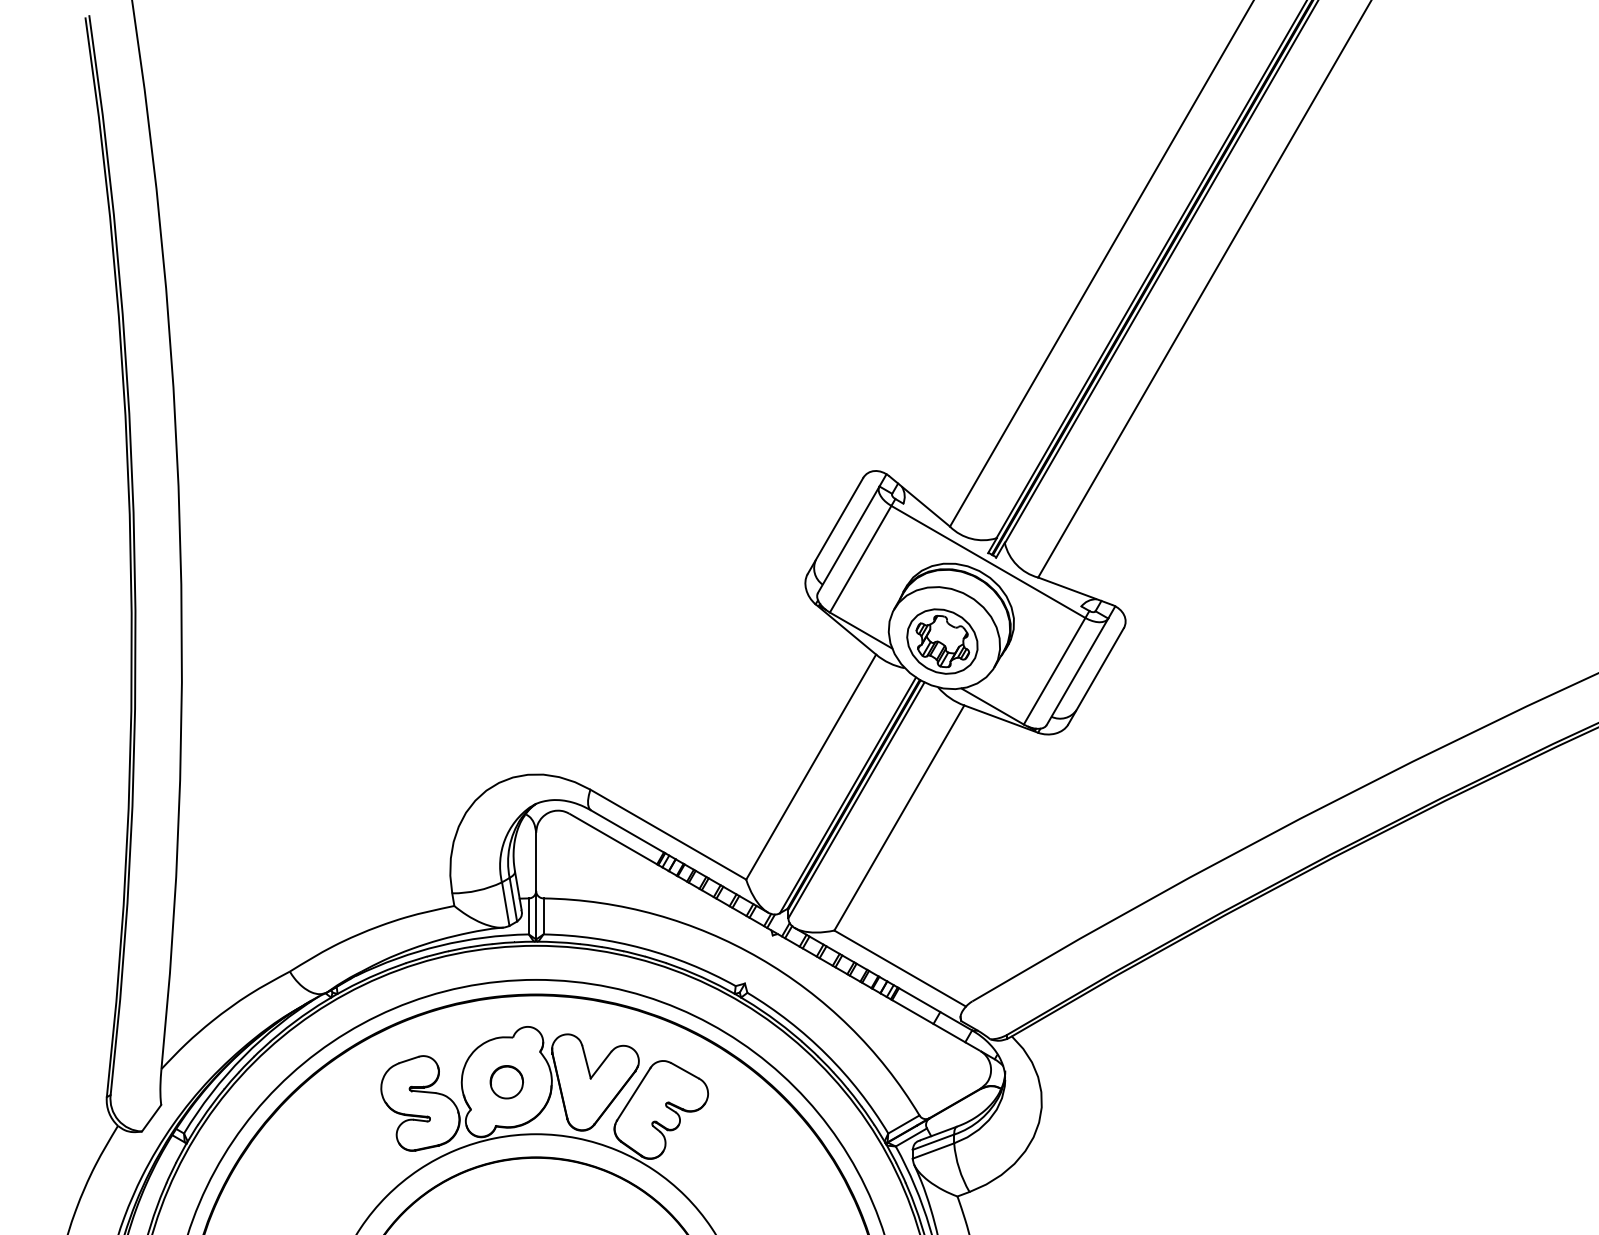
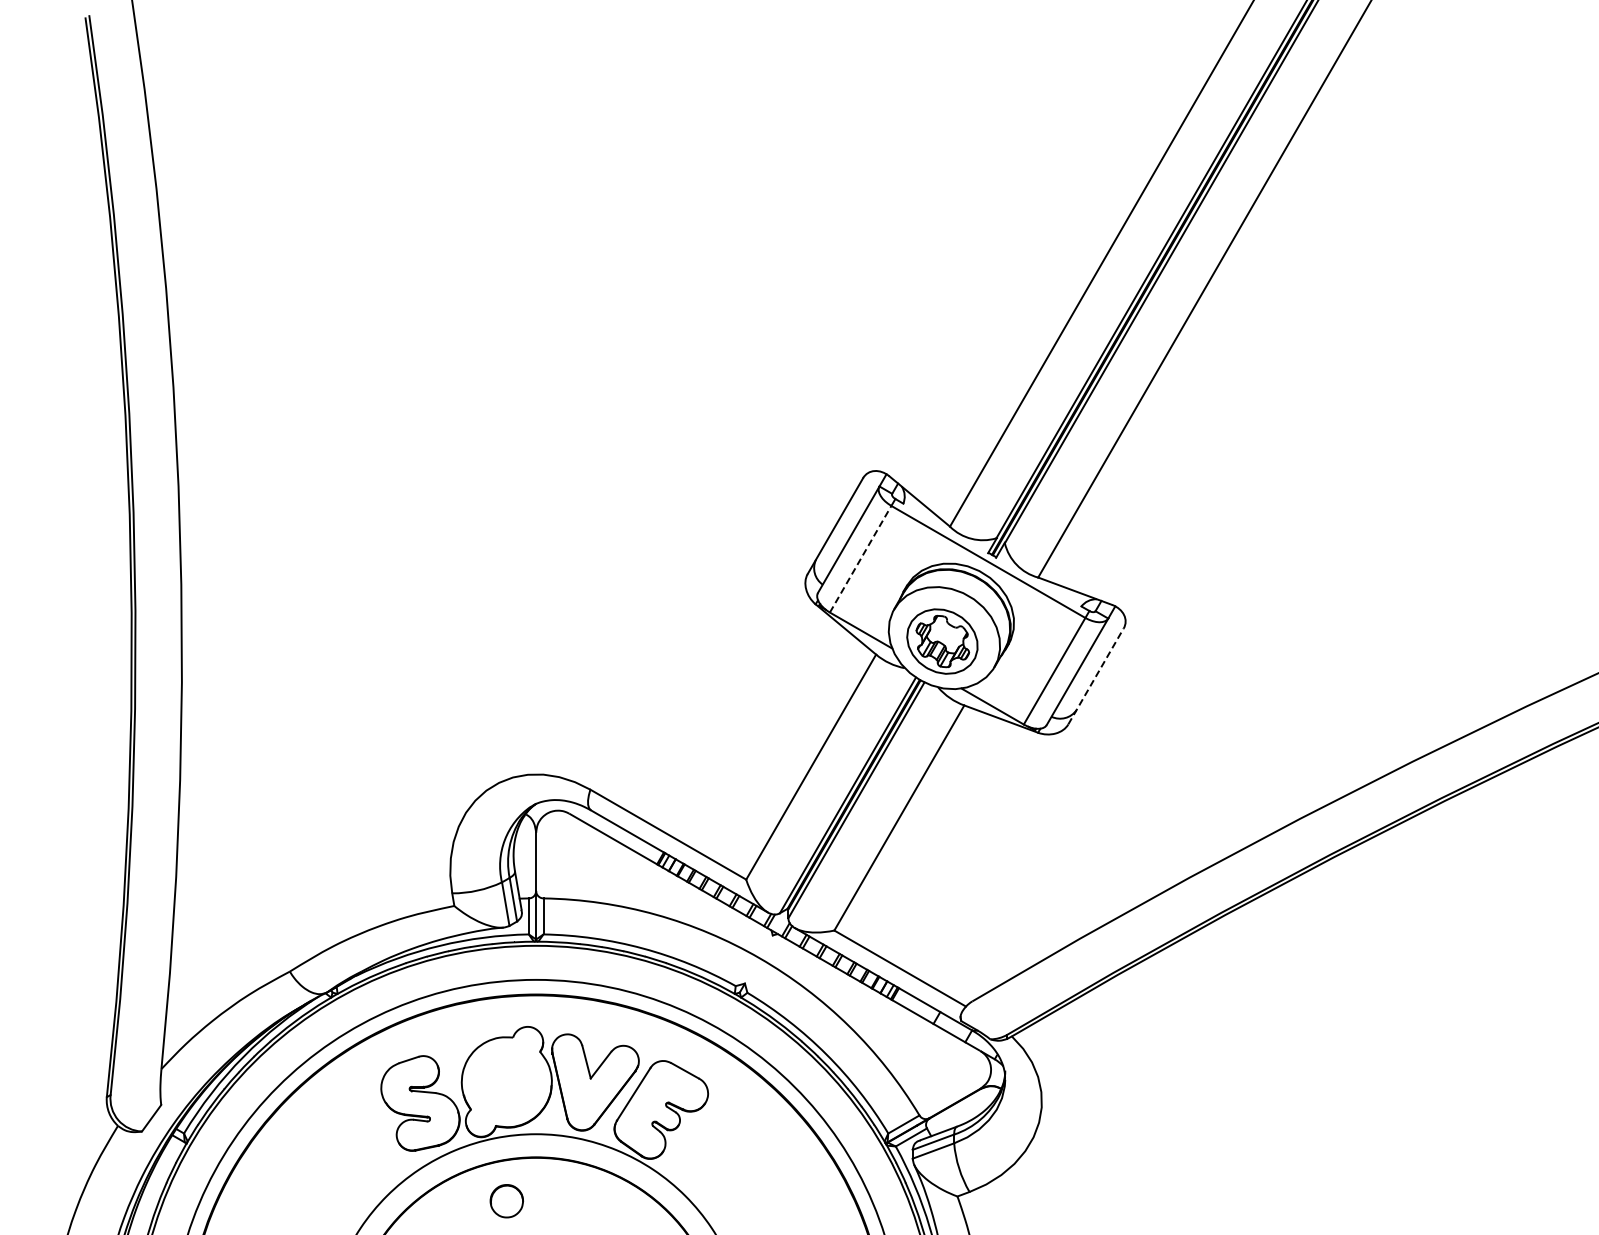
line at (860, 559): solid -> dashed
line at (1096, 676): solid -> dashed
part at (506, 1082) position: (506, 1082) -> (506, 1201)
